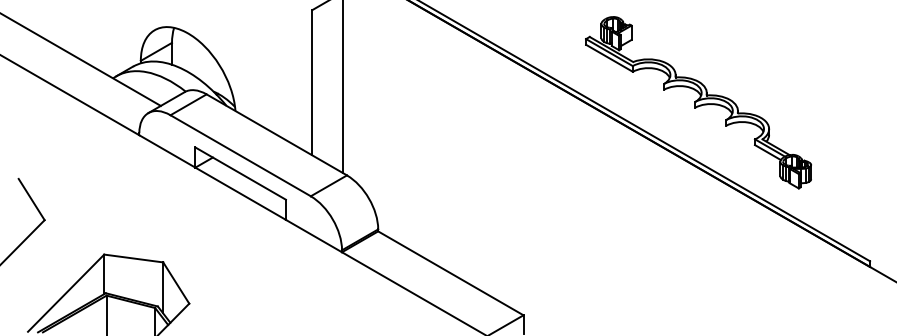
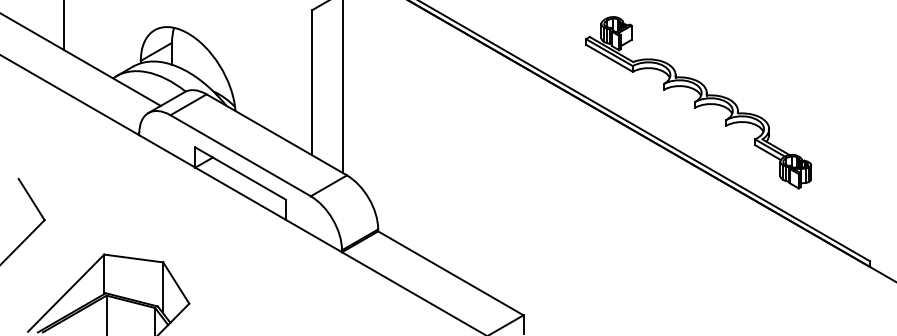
line at (64, 26): none -> present
